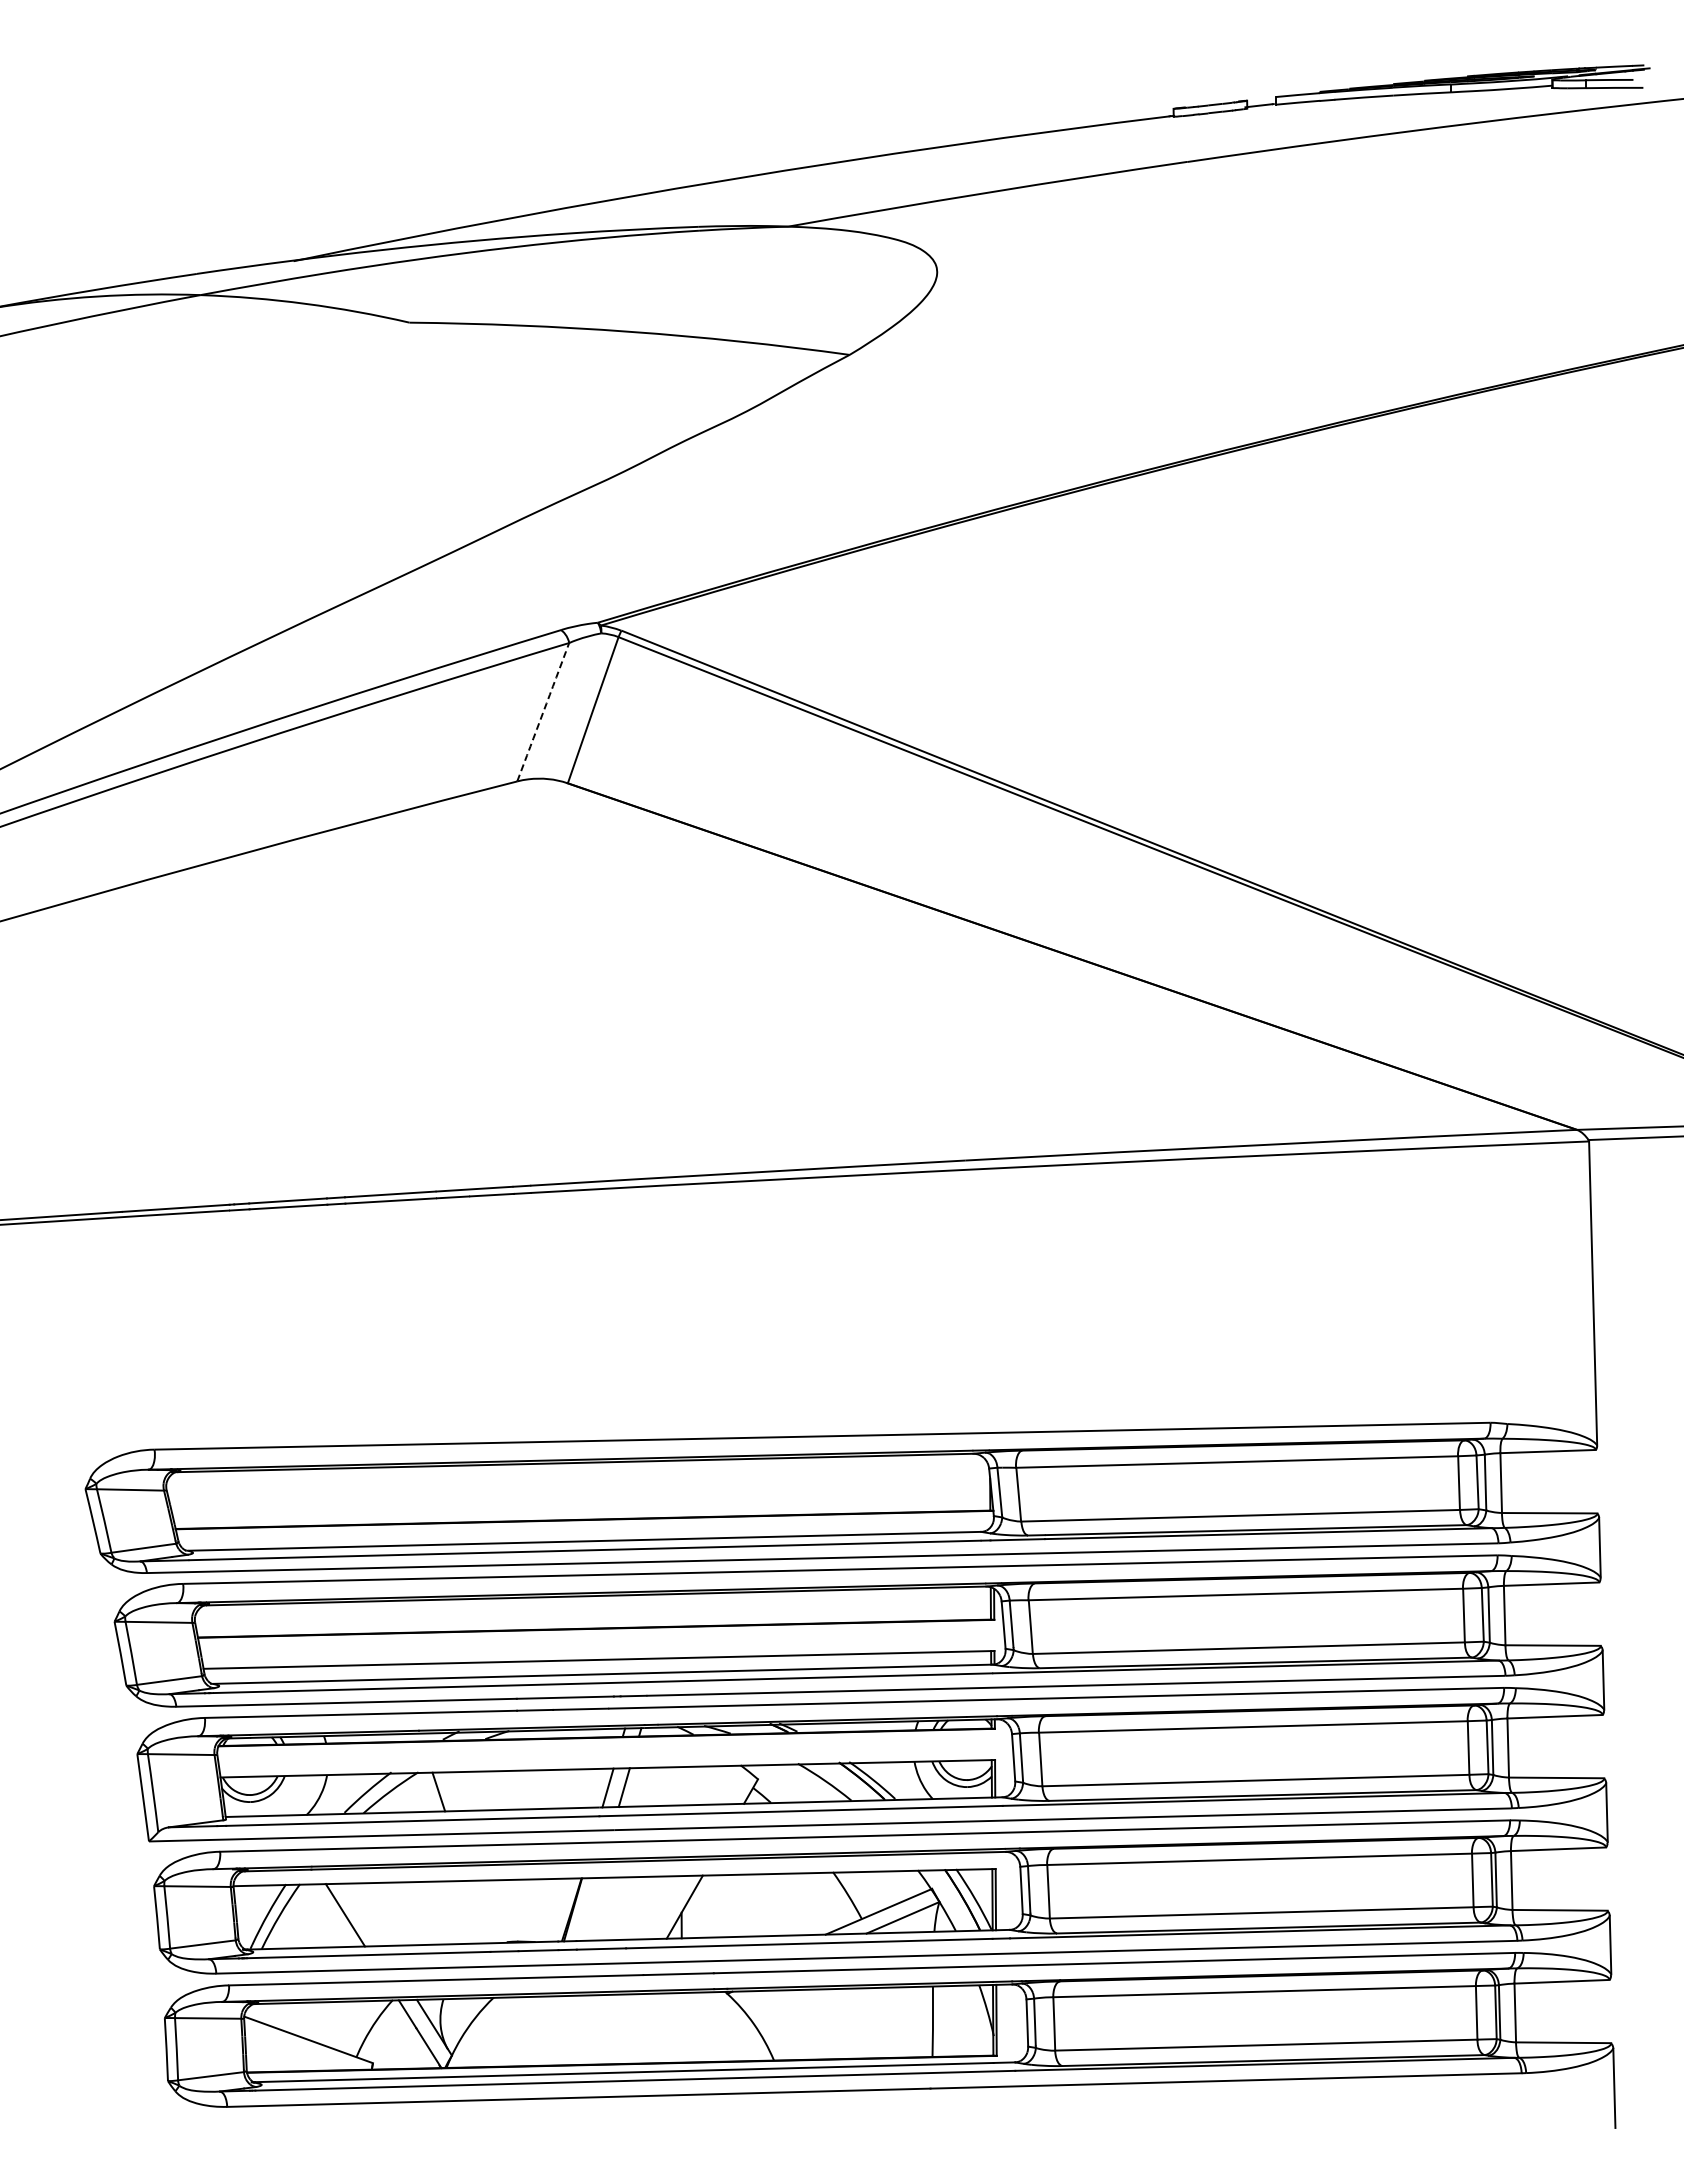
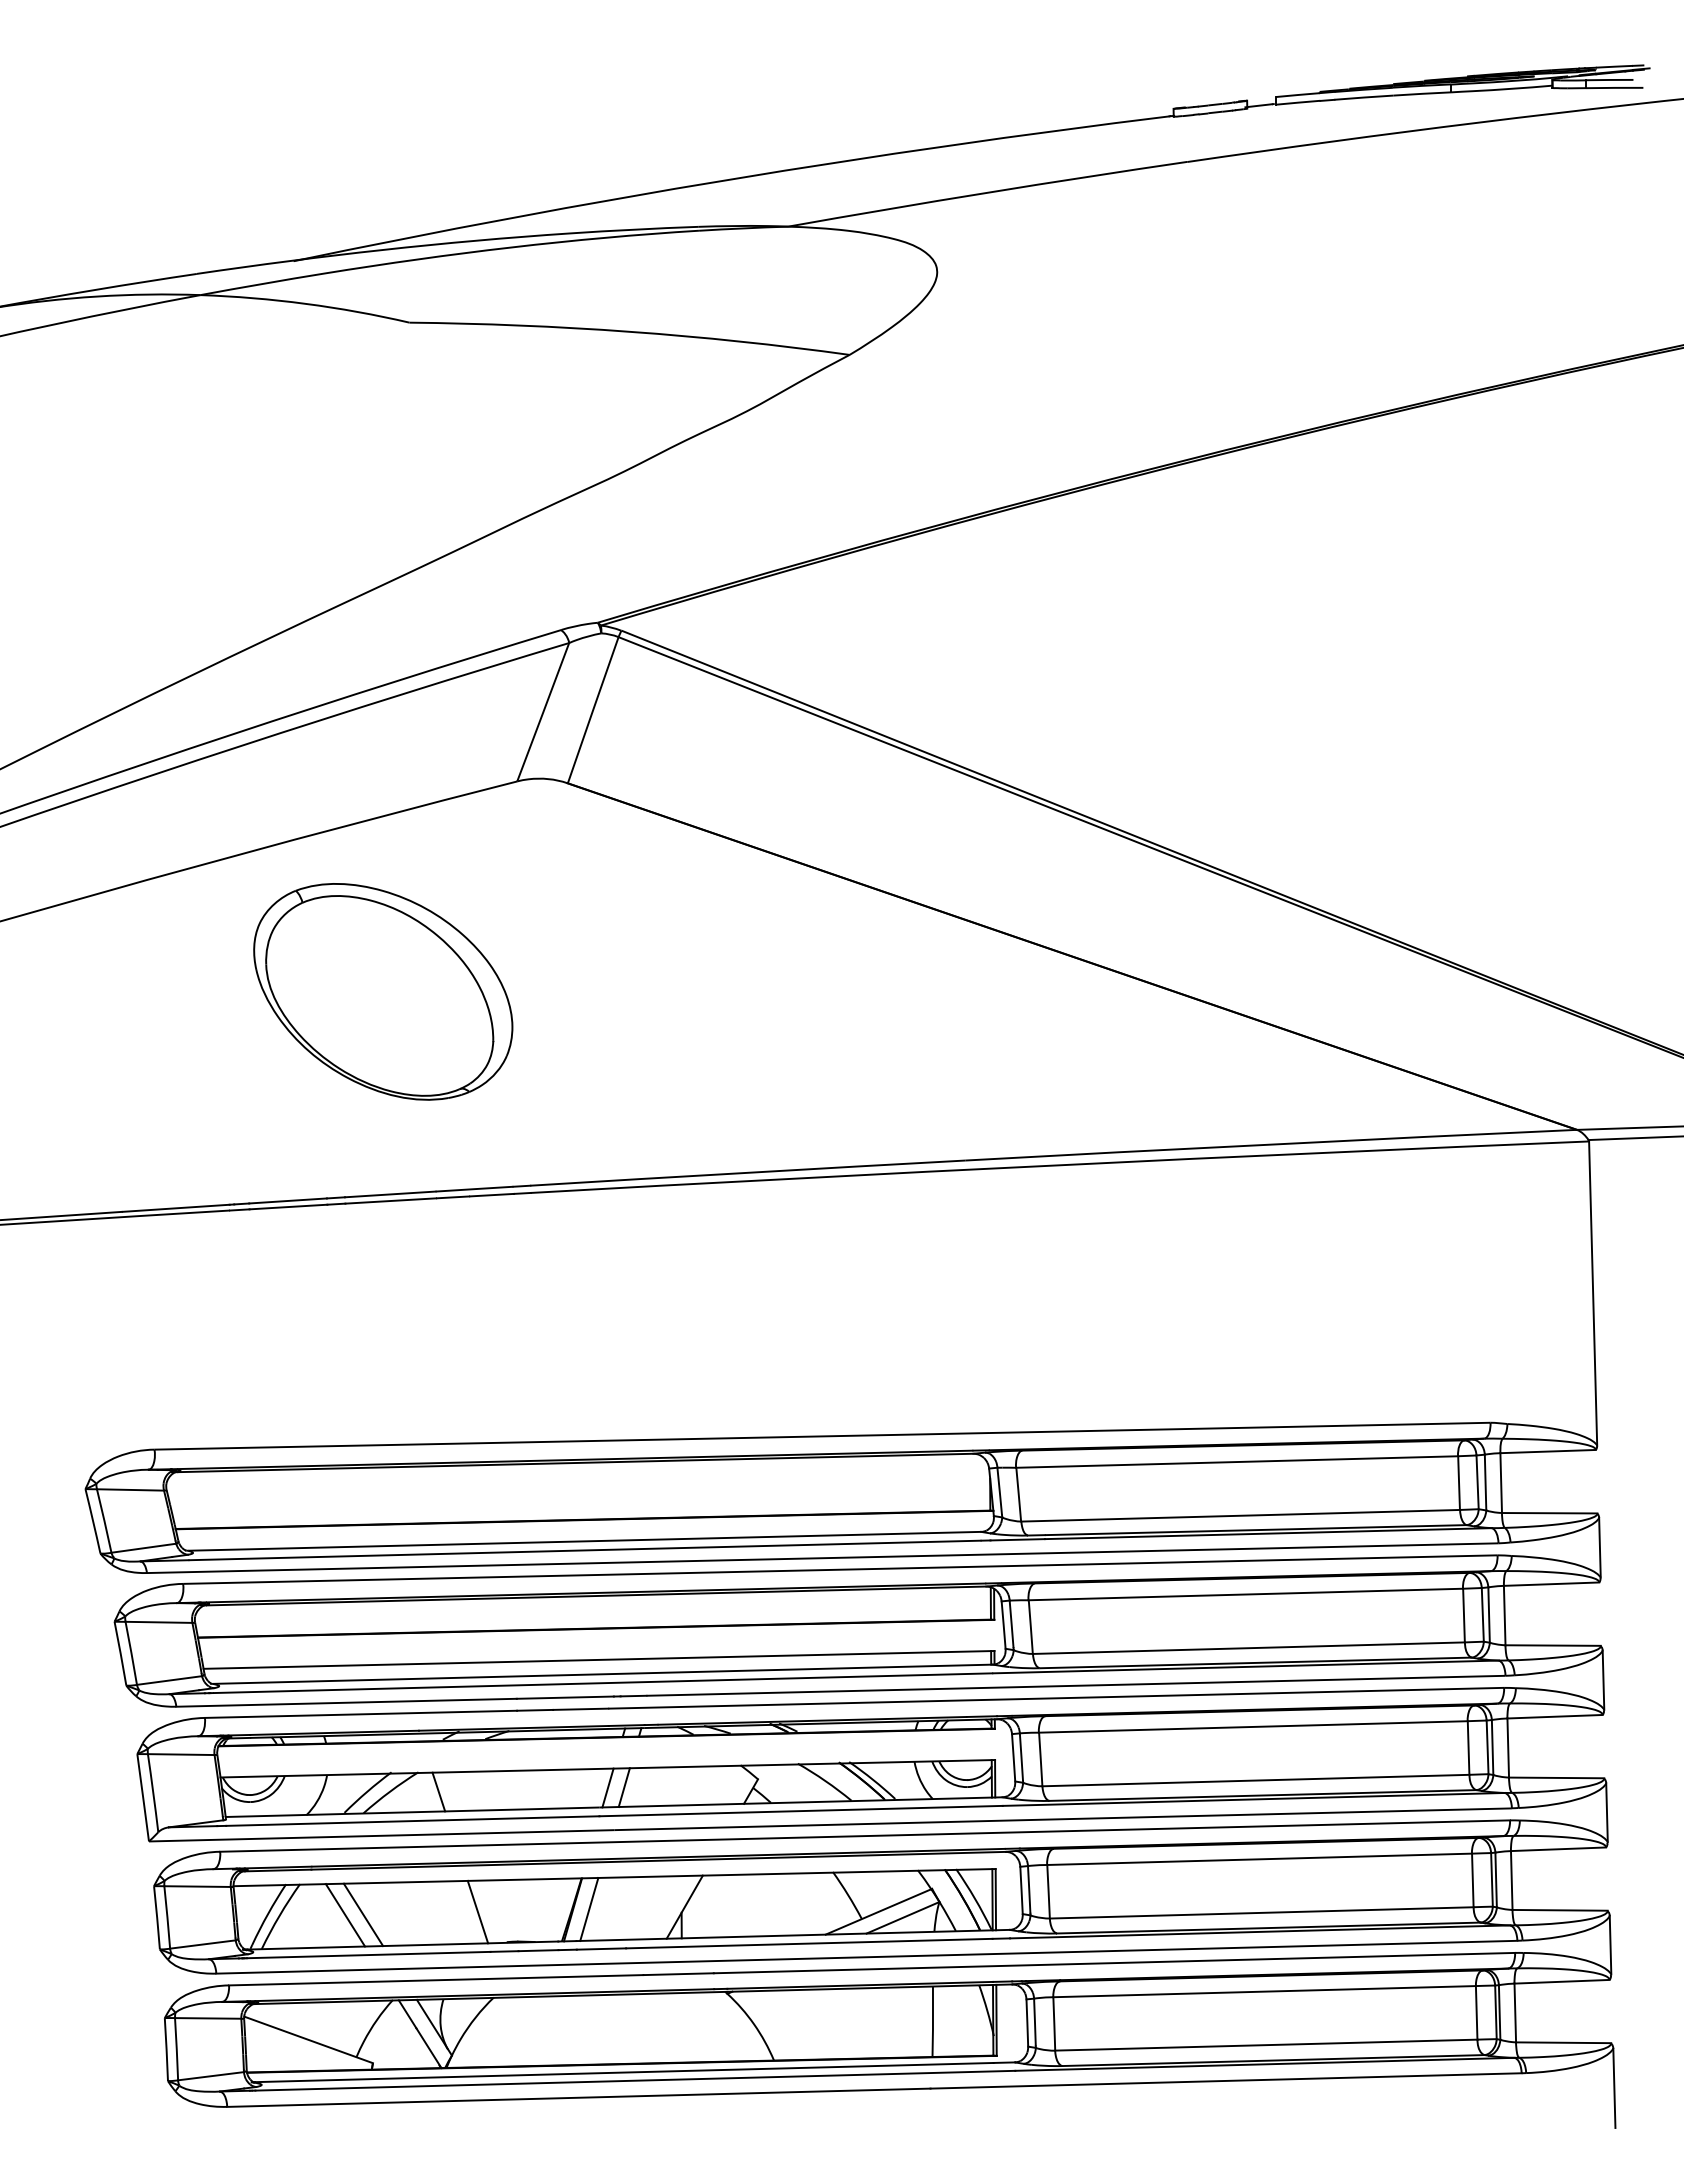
arc at (543, 712): dashed -> solid
part at (383, 991): none -> present
line at (589, 1908): none -> present
line at (477, 1911): none -> present
line at (363, 1914): none -> present
